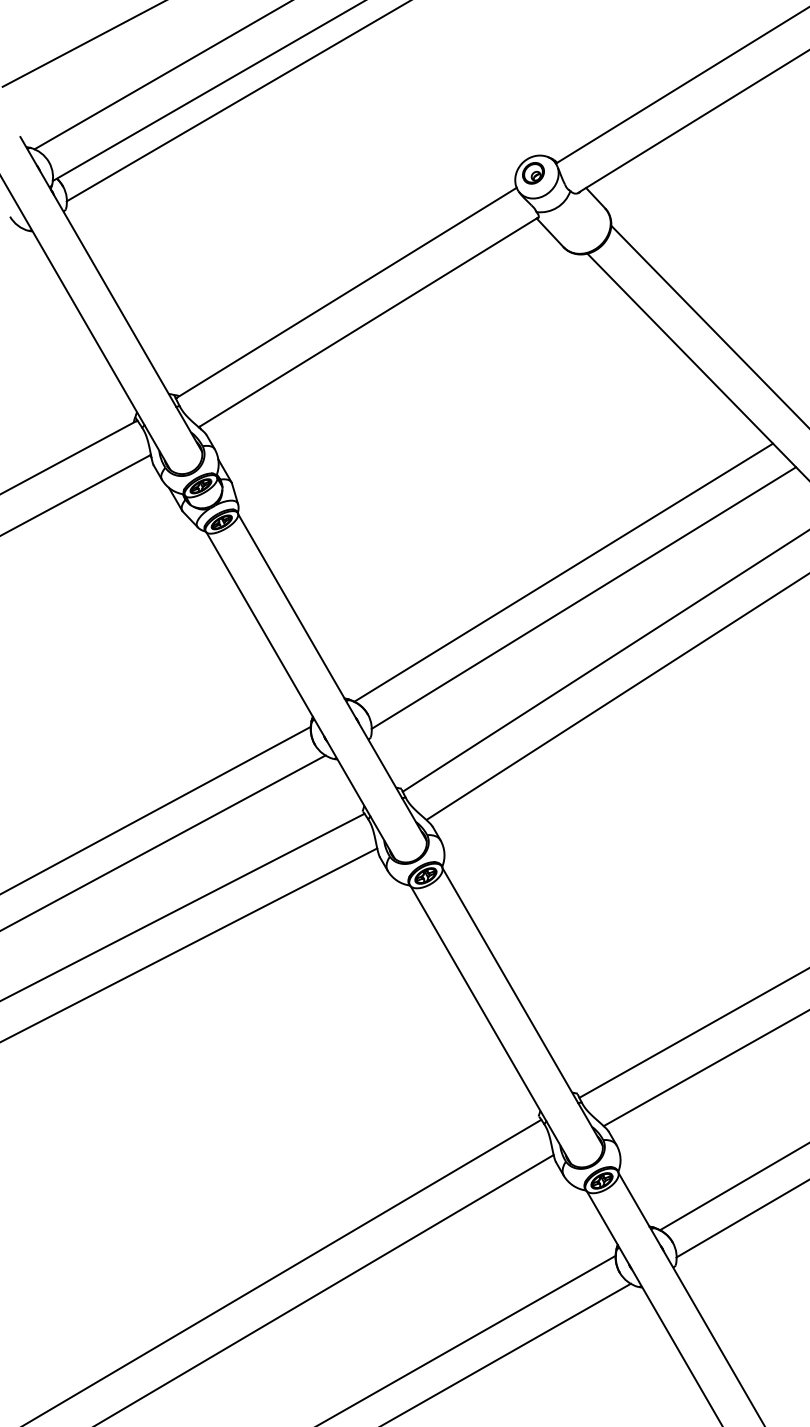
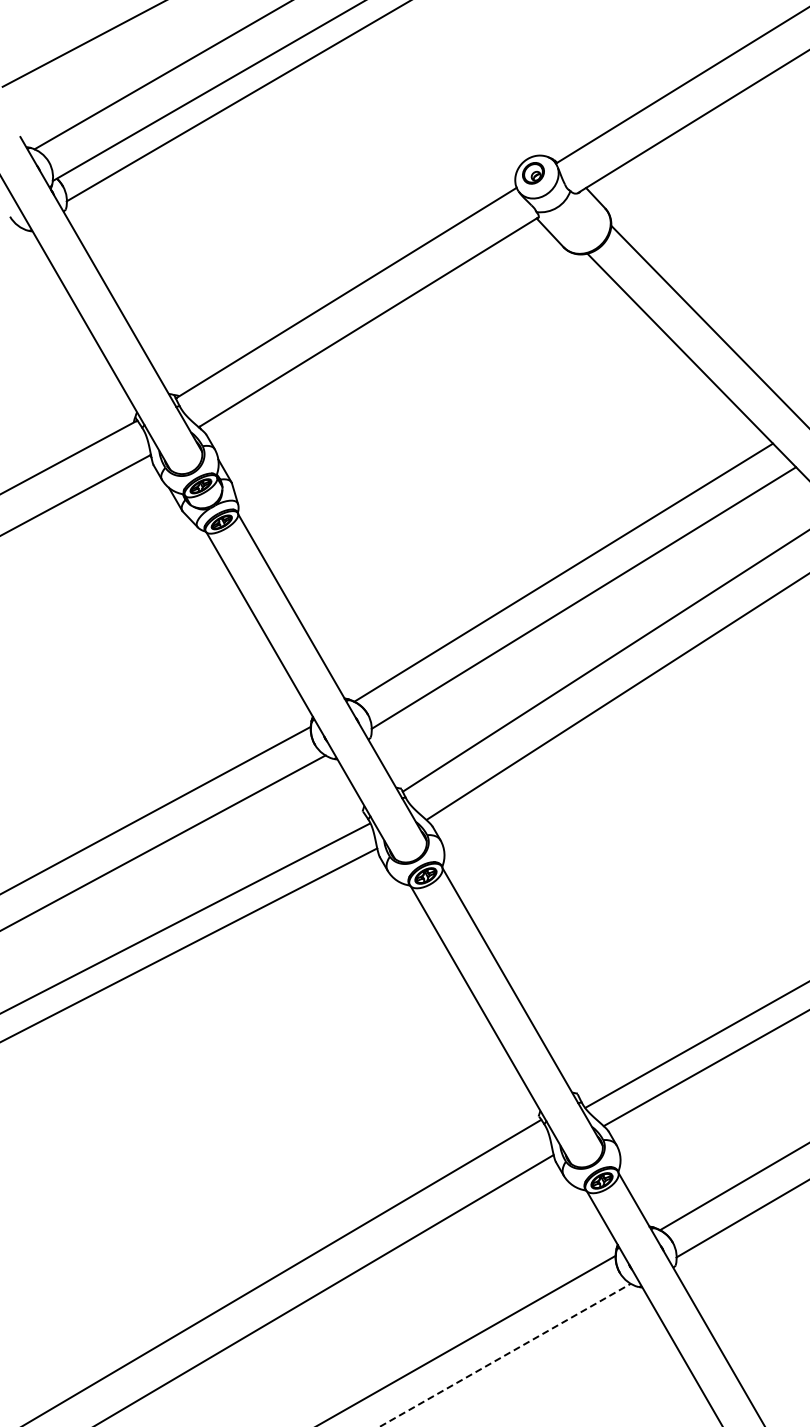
line at (183, 906) position: (183, 906) -> (185, 917)
line at (692, 1033) position: (692, 1033) -> (695, 1044)
line at (505, 1355): solid -> dashed
